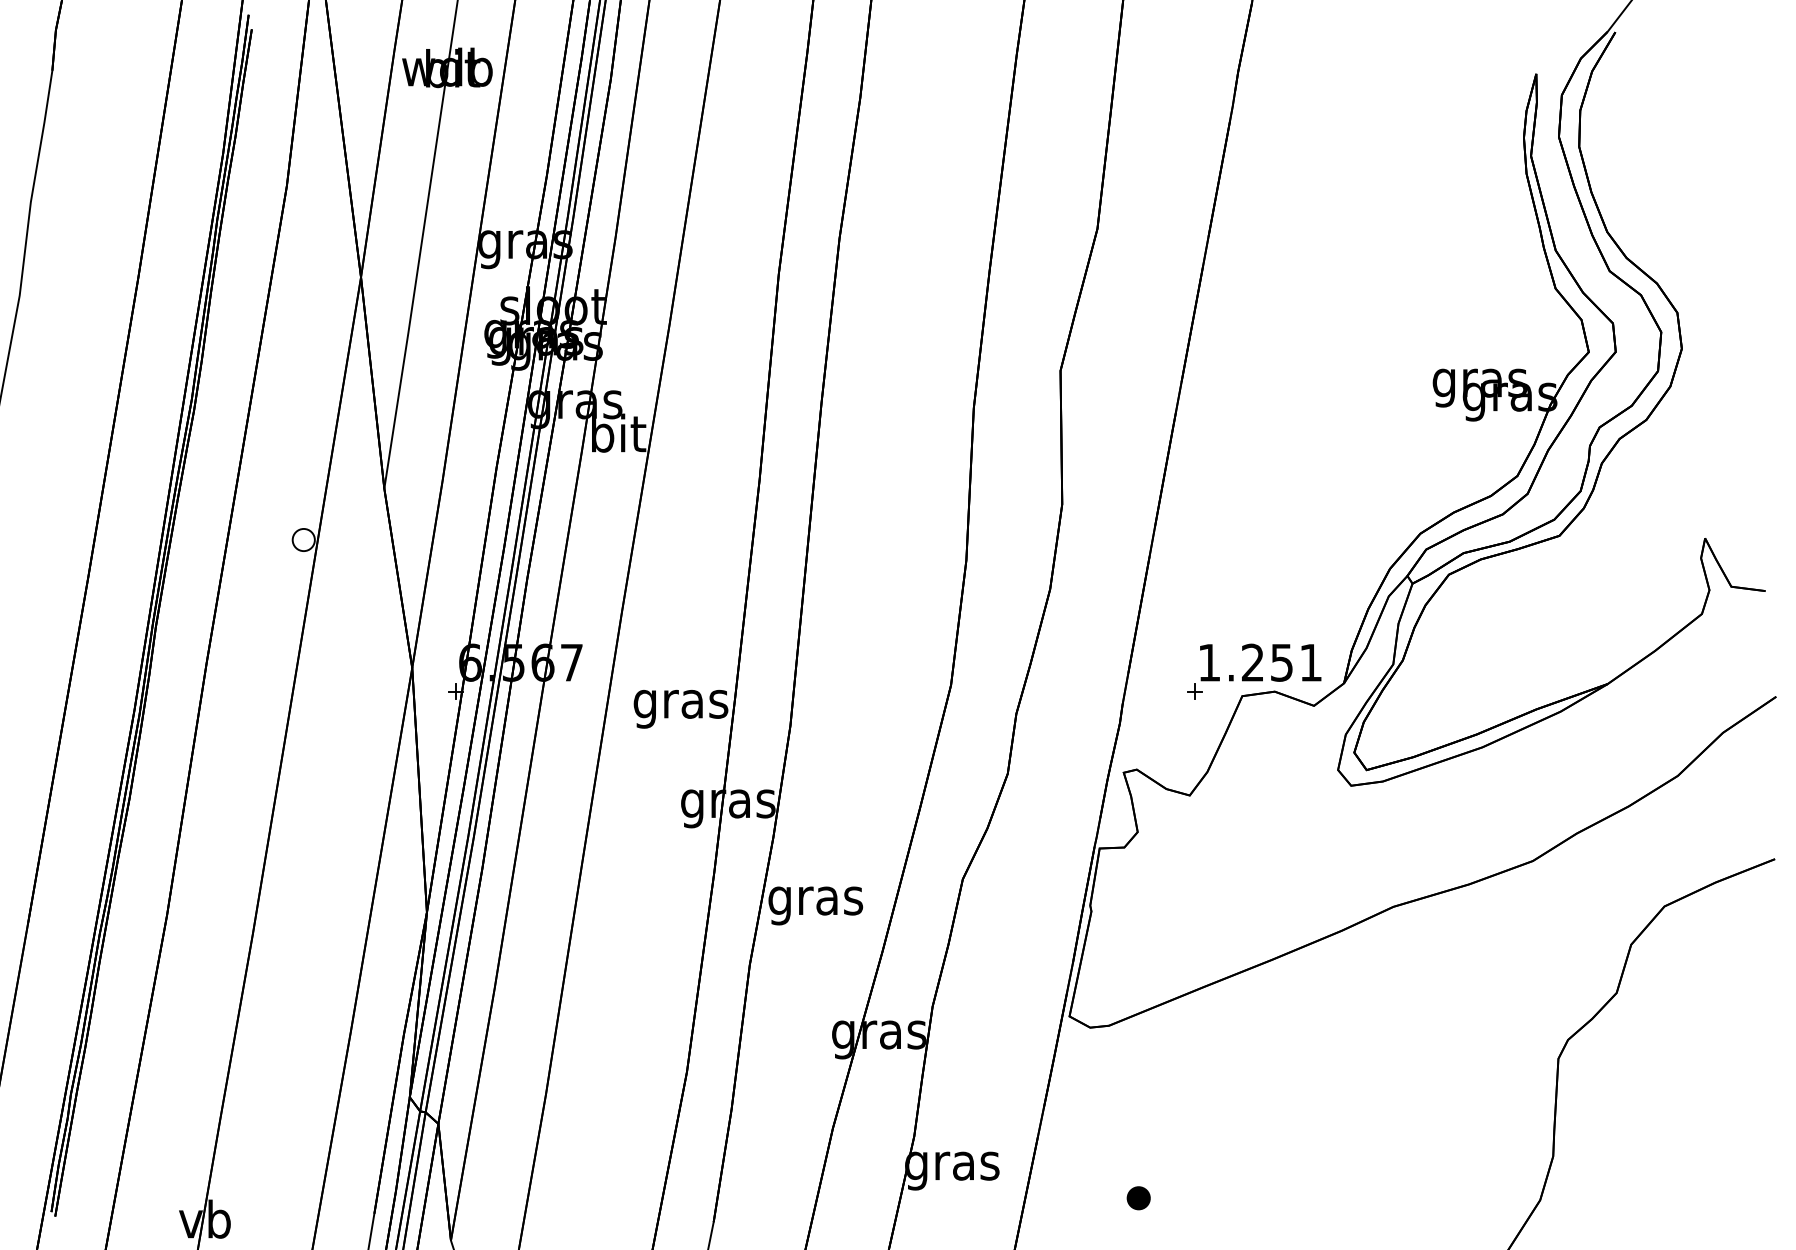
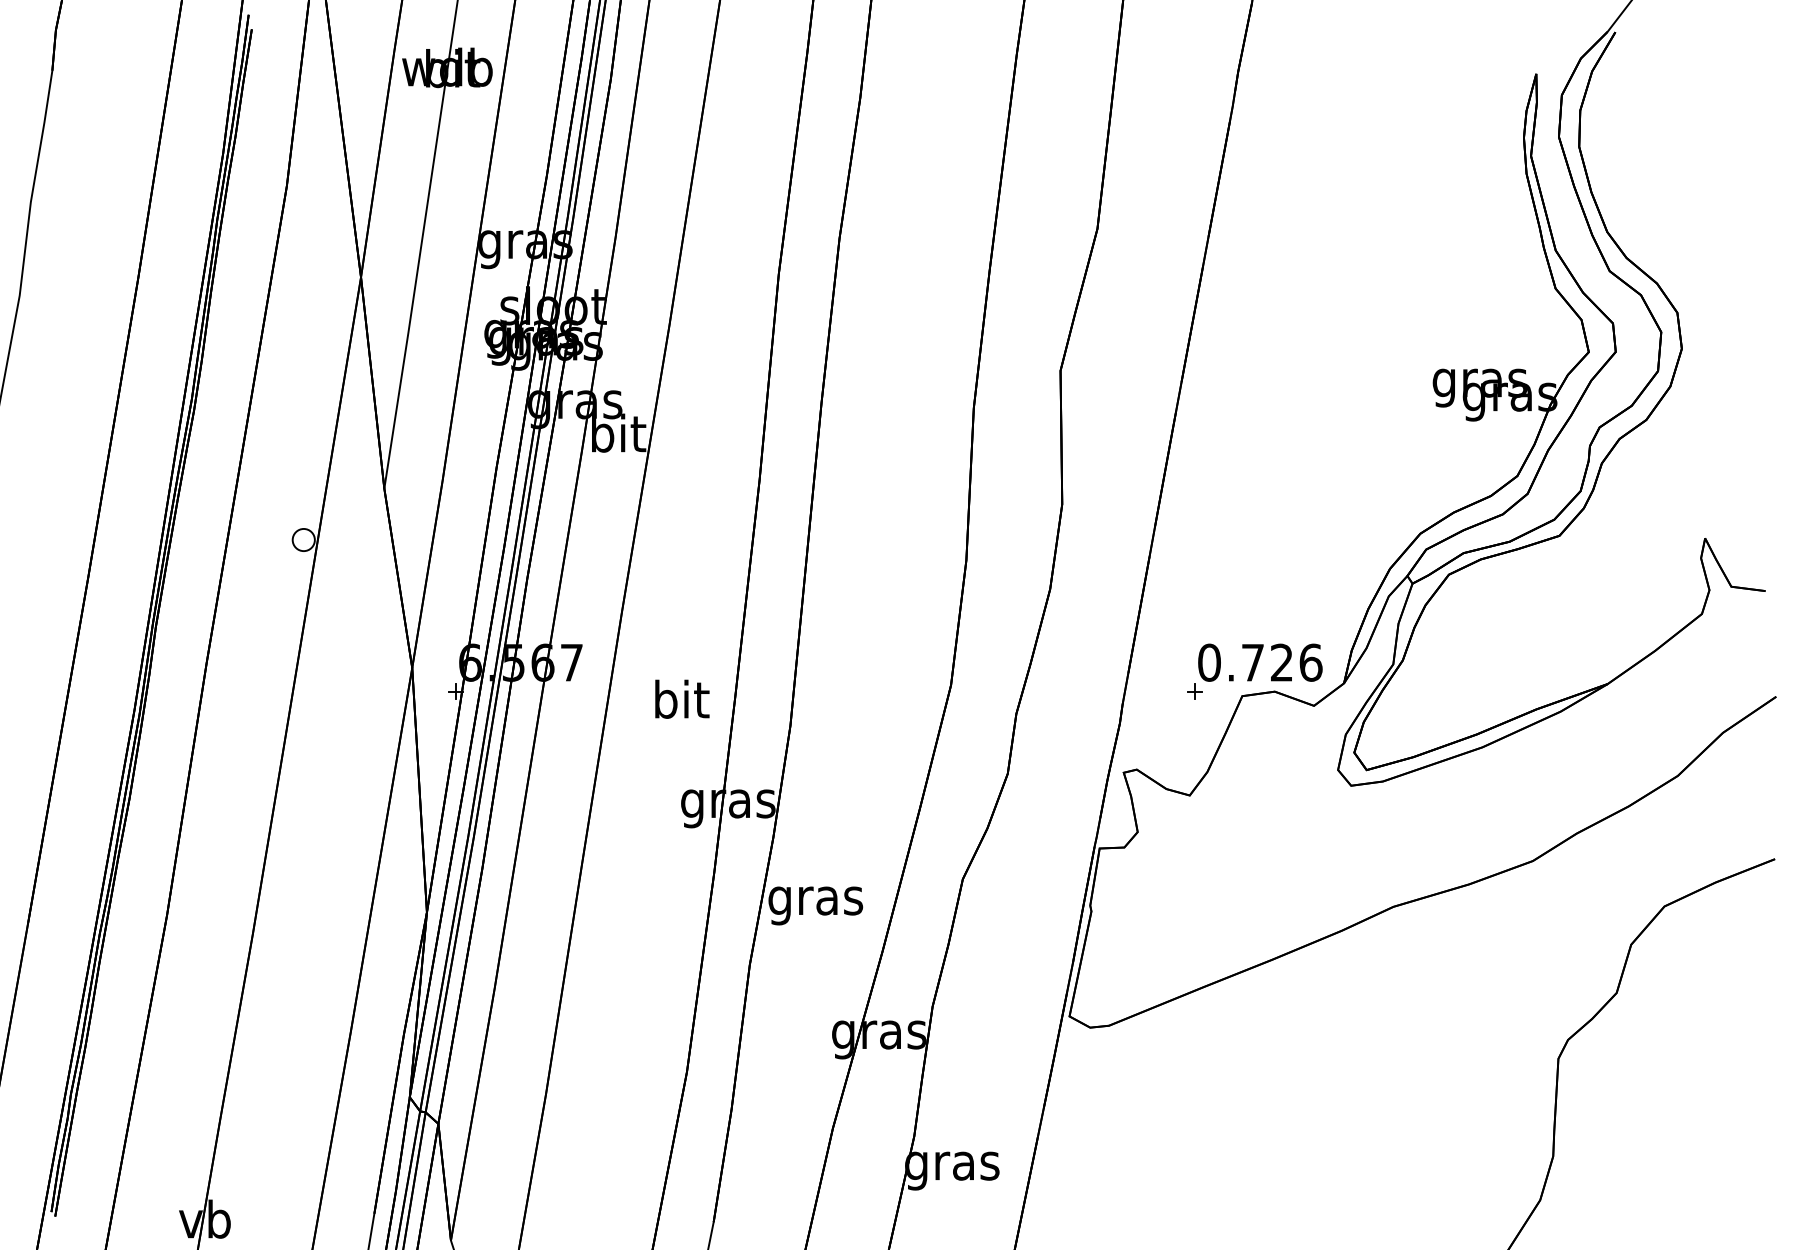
text at (1260, 662): 1.251 -> 0.726
text at (680, 703): gras -> bit
part at (1138, 1198): present -> none
